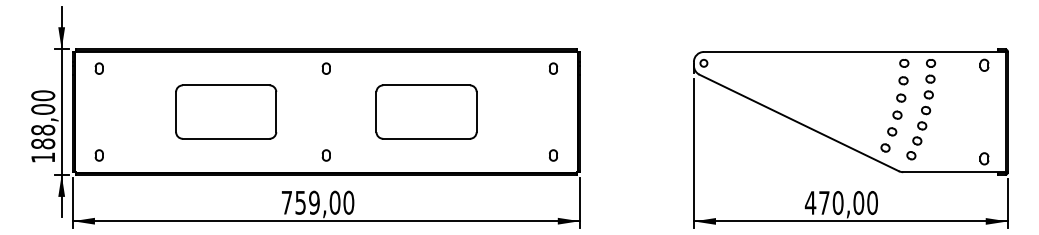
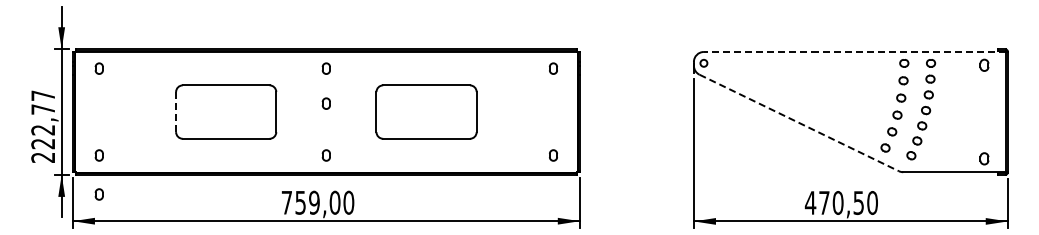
line at (854, 51): solid -> dashed
part at (325, 103): none -> present
line at (176, 112): solid -> dashed
line at (799, 122): solid -> dashed
text at (43, 126): 188,00 -> 222,77
part at (98, 194): none -> present
text at (858, 203): 470,00 -> 470,50
